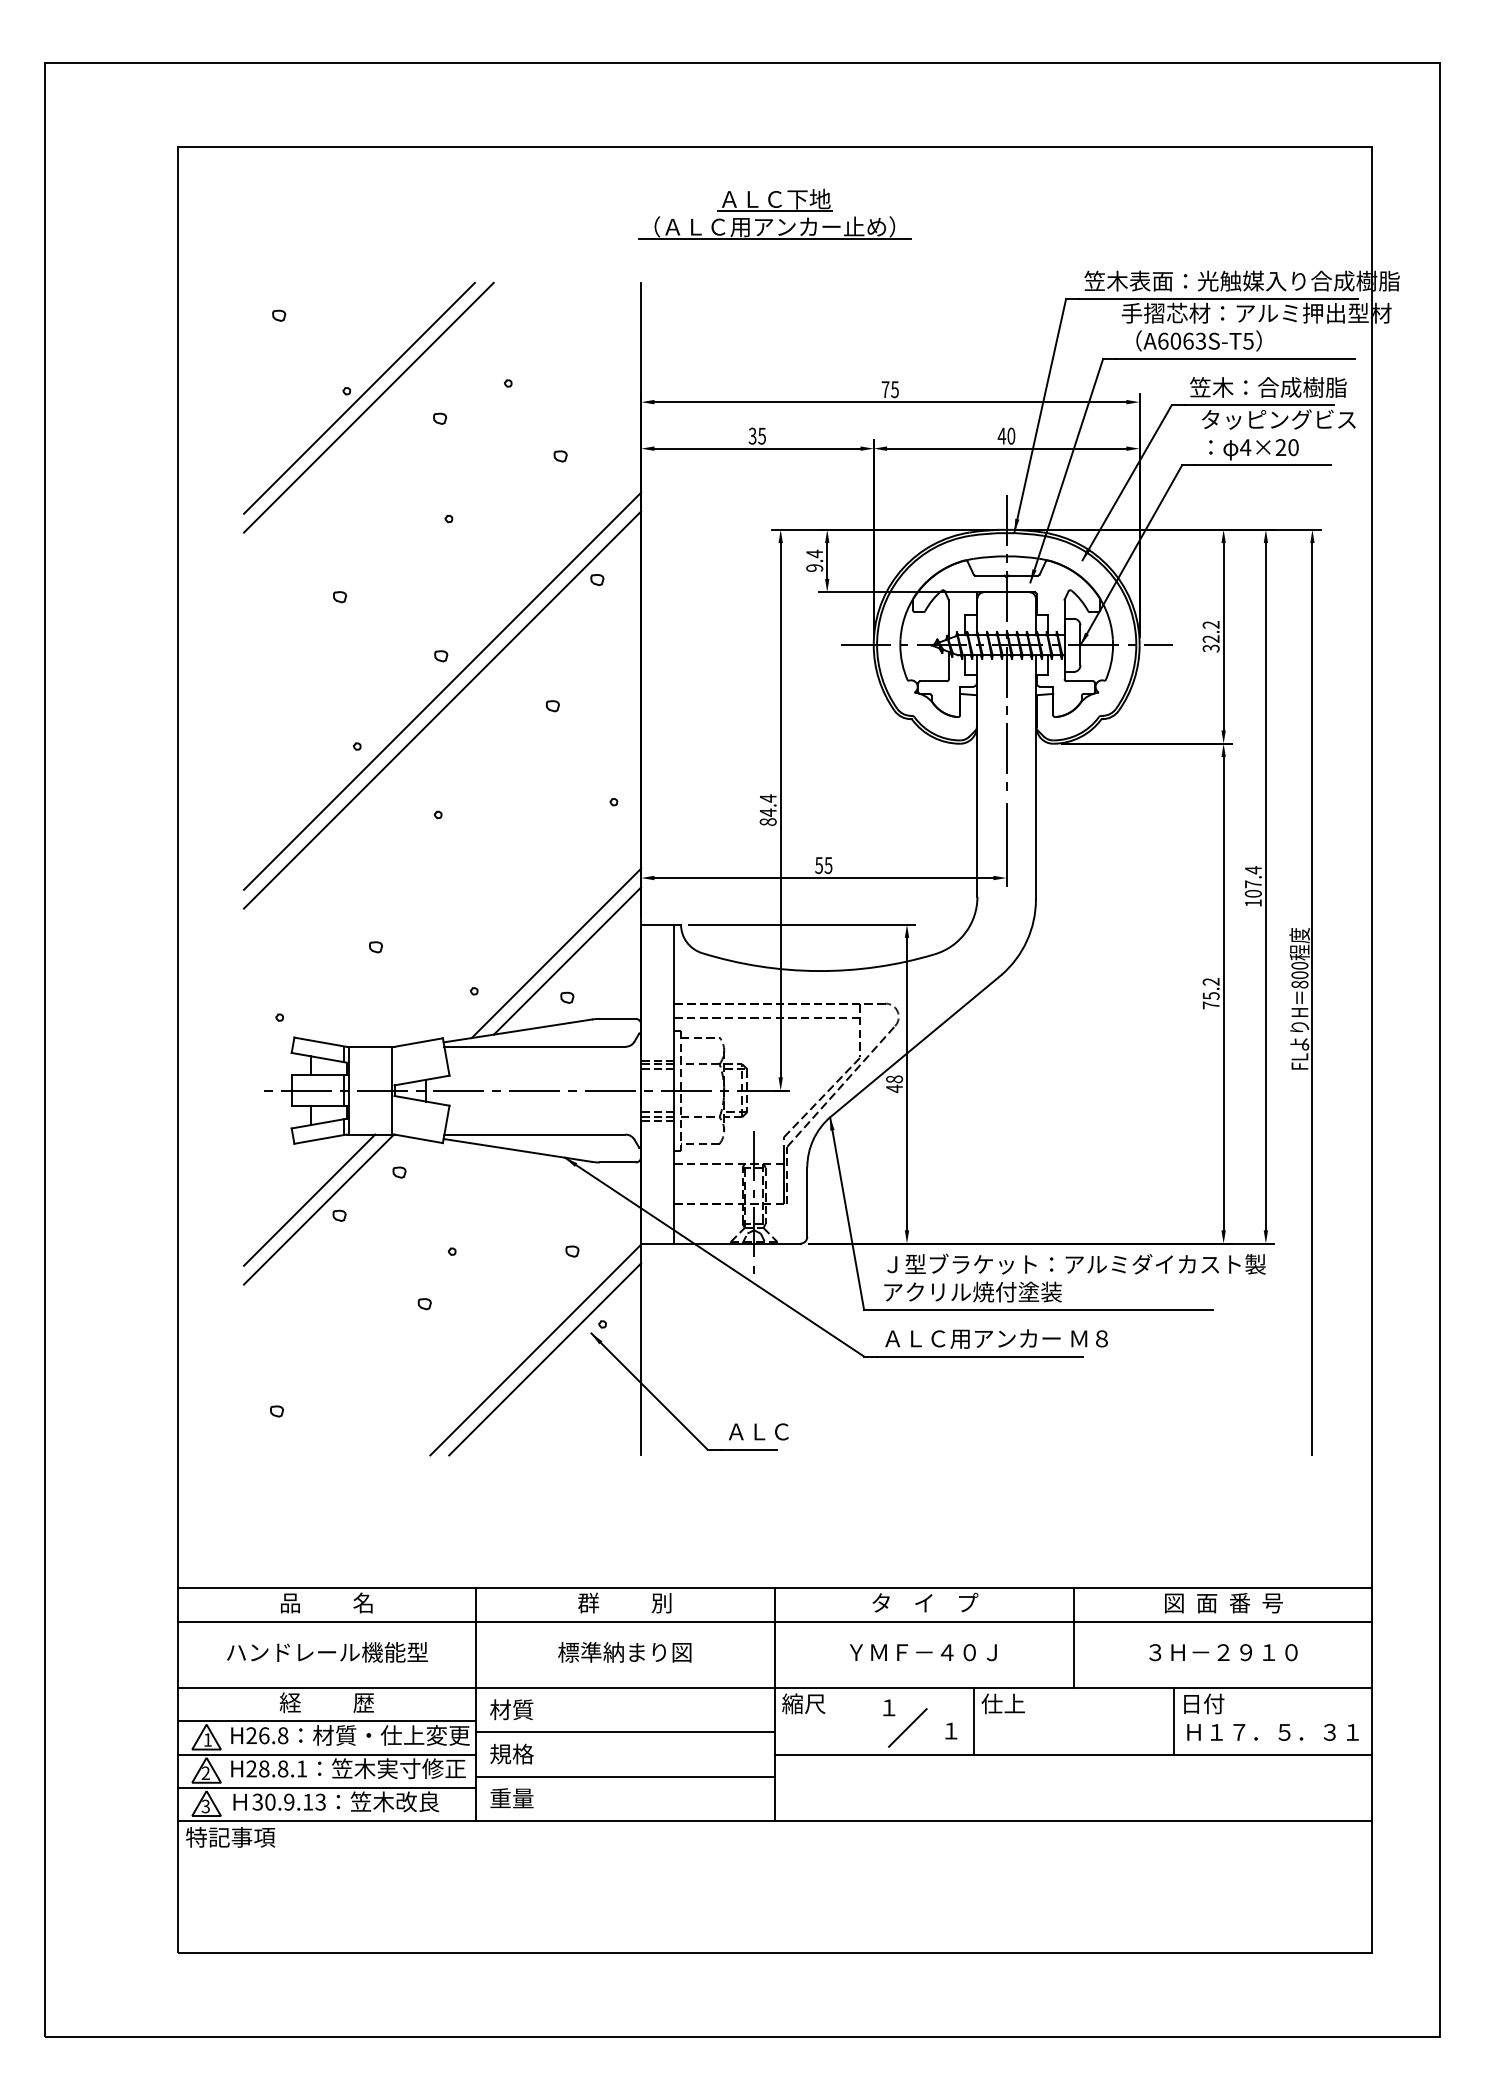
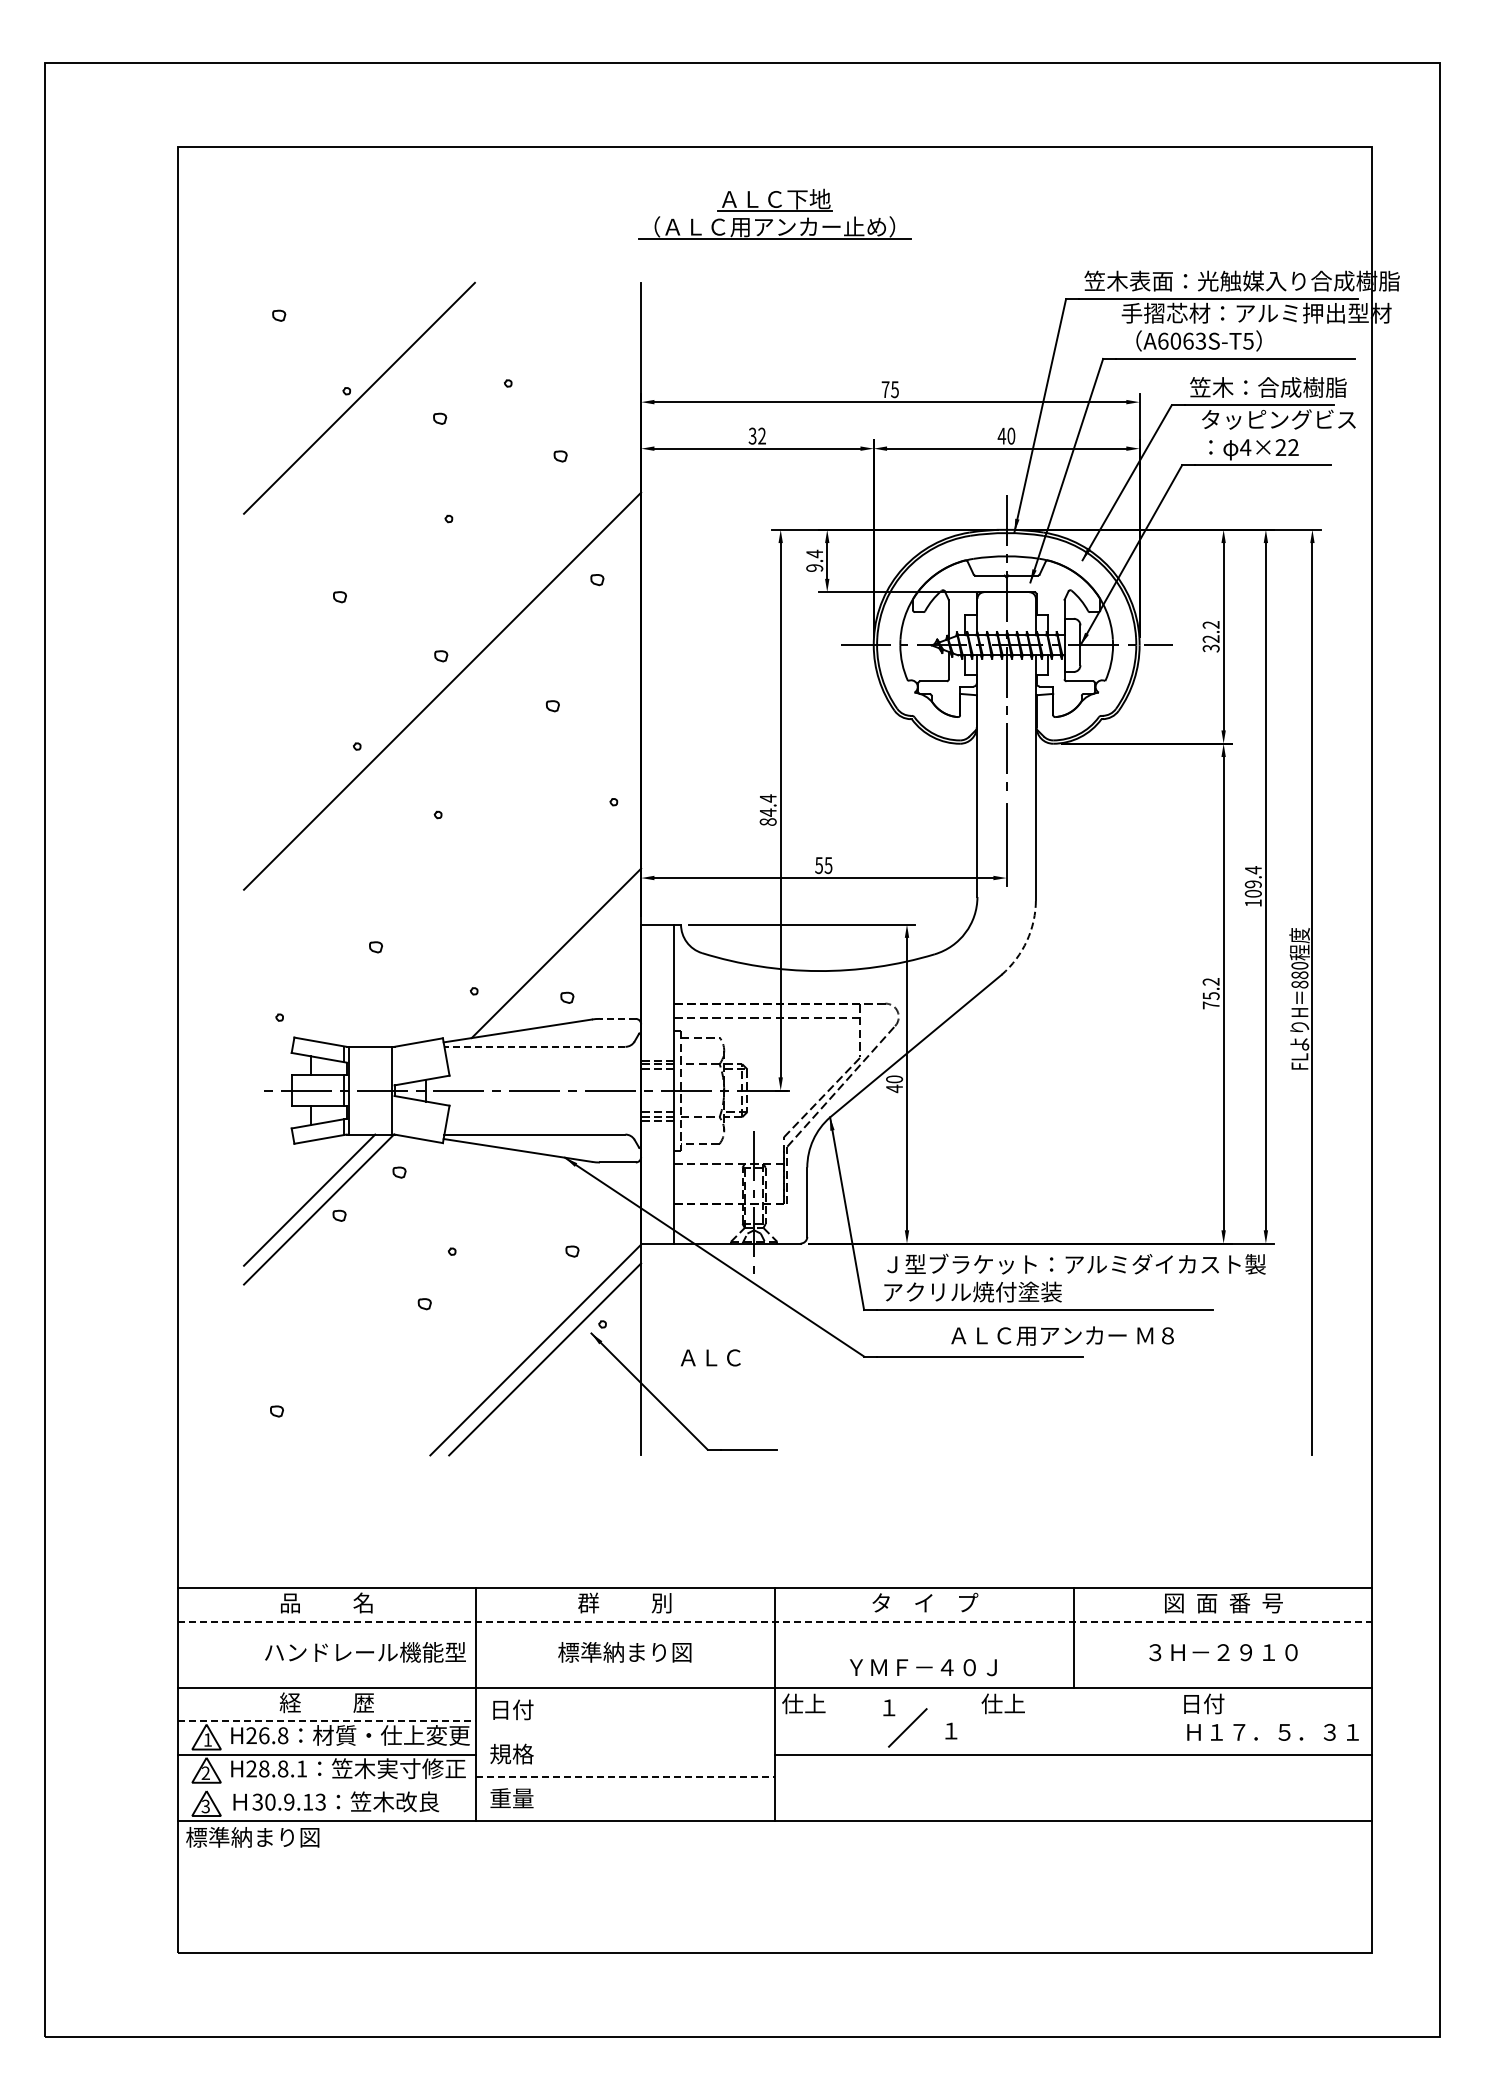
line at (368, 407): present -> none
text at (761, 435): 35 -> 32
text at (1293, 447): 4×20 -> 4×22
line at (442, 709): present -> none
text at (1252, 884): 107.4 -> 109.4
arc at (1026, 940): solid -> dashed
line at (567, 960): present -> none
text at (1300, 975): 800 -> 880
line at (617, 1018): solid -> dashed
line at (534, 1046): solid -> dashed
text at (894, 1079): 48 -> 40
text at (996, 1338) position: (996, 1338) -> (1062, 1335)
text at (758, 1431) position: (758, 1431) -> (710, 1357)
line at (775, 1621): solid -> dashed
text at (327, 1652) position: (327, 1652) -> (365, 1652)
text at (922, 1652) position: (922, 1652) -> (922, 1667)
text at (803, 1703): 縮尺 -> 仕上
text at (511, 1709): 材質 -> 日付
line at (327, 1721): solid -> dashed
line at (974, 1721): present -> none
line at (1173, 1721): present -> none
line at (624, 1732): present -> none
line at (625, 1776): solid -> dashed
line at (326, 1787): present -> none
text at (252, 1837): 特記事項 -> 標準納まり図
